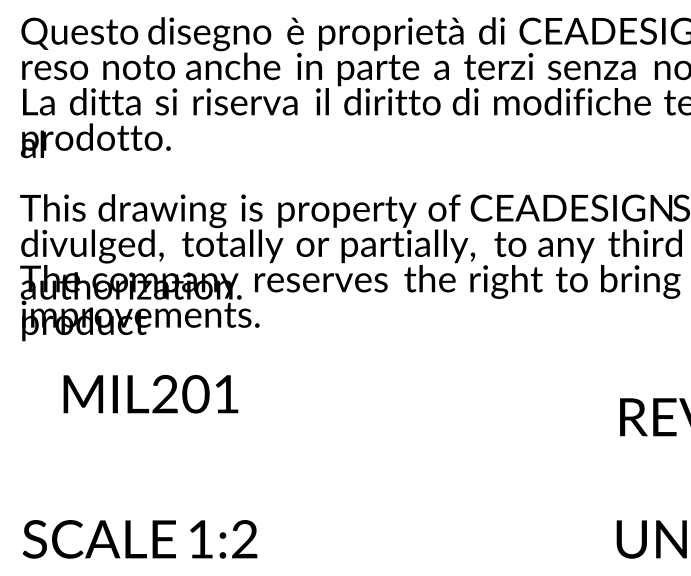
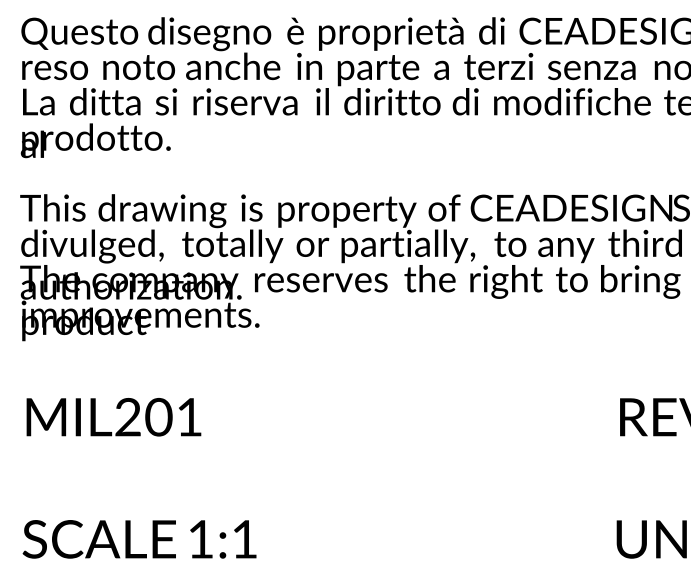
text at (150, 394) position: (150, 394) -> (113, 417)
text at (244, 539): 1:2 -> 1:1
